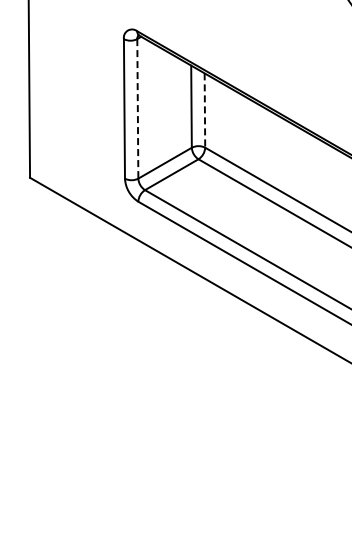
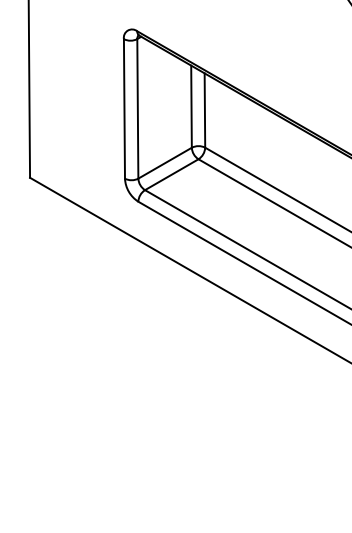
line at (137, 108): dashed -> solid
line at (204, 111): dashed -> solid
